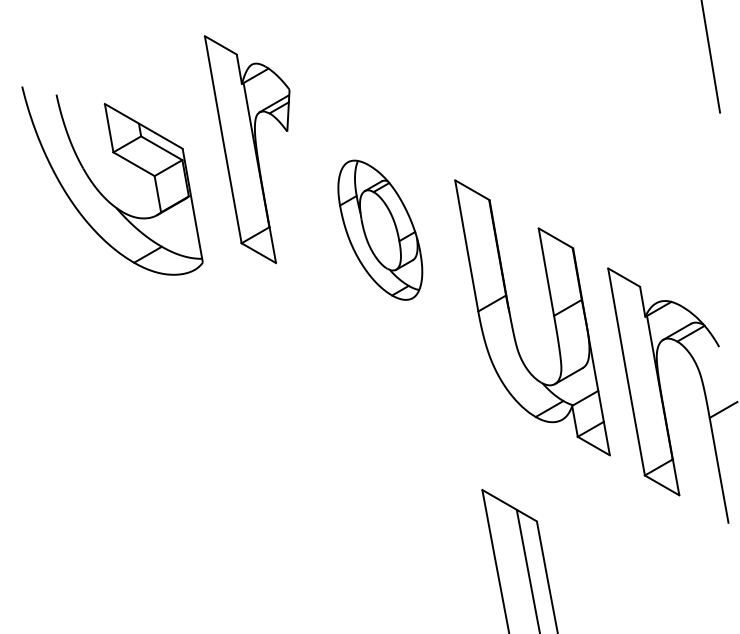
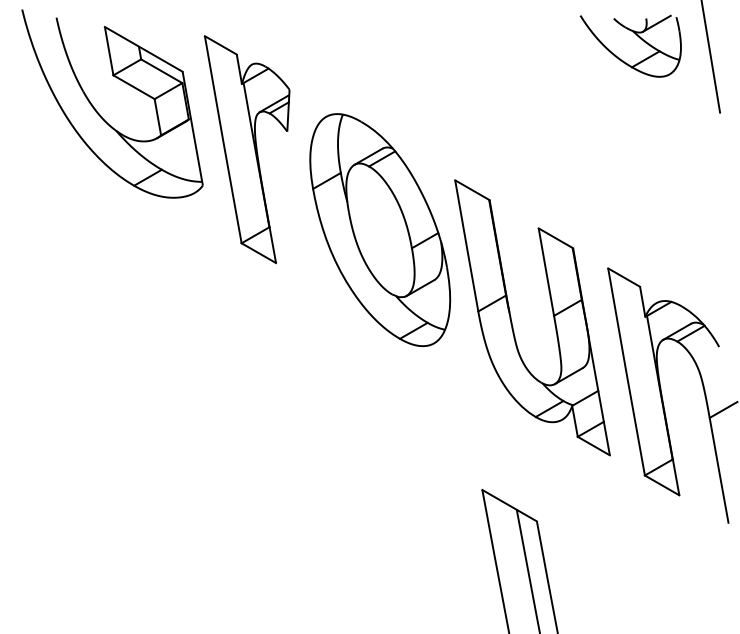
part at (638, 37): none -> present
part at (100, 191) position: (100, 191) -> (100, 114)
part at (380, 229) size: 87x142 px -> 143x235 px
